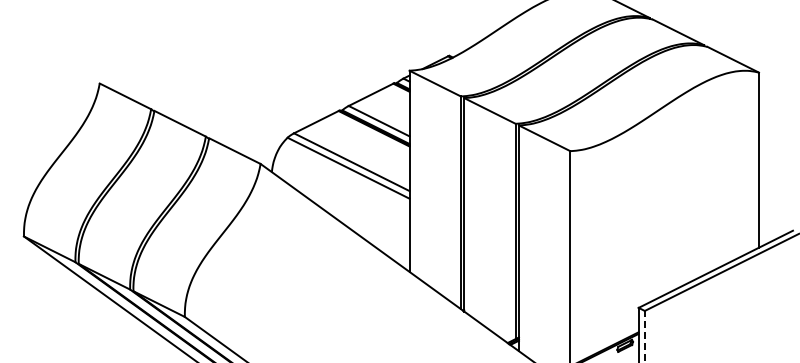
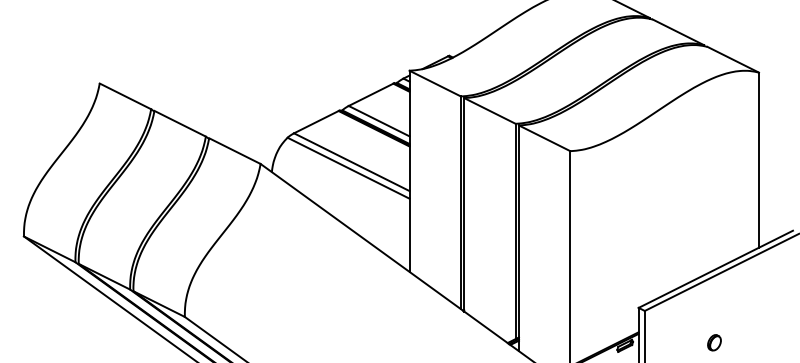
line at (644, 336): dashed -> solid
part at (714, 342): none -> present
